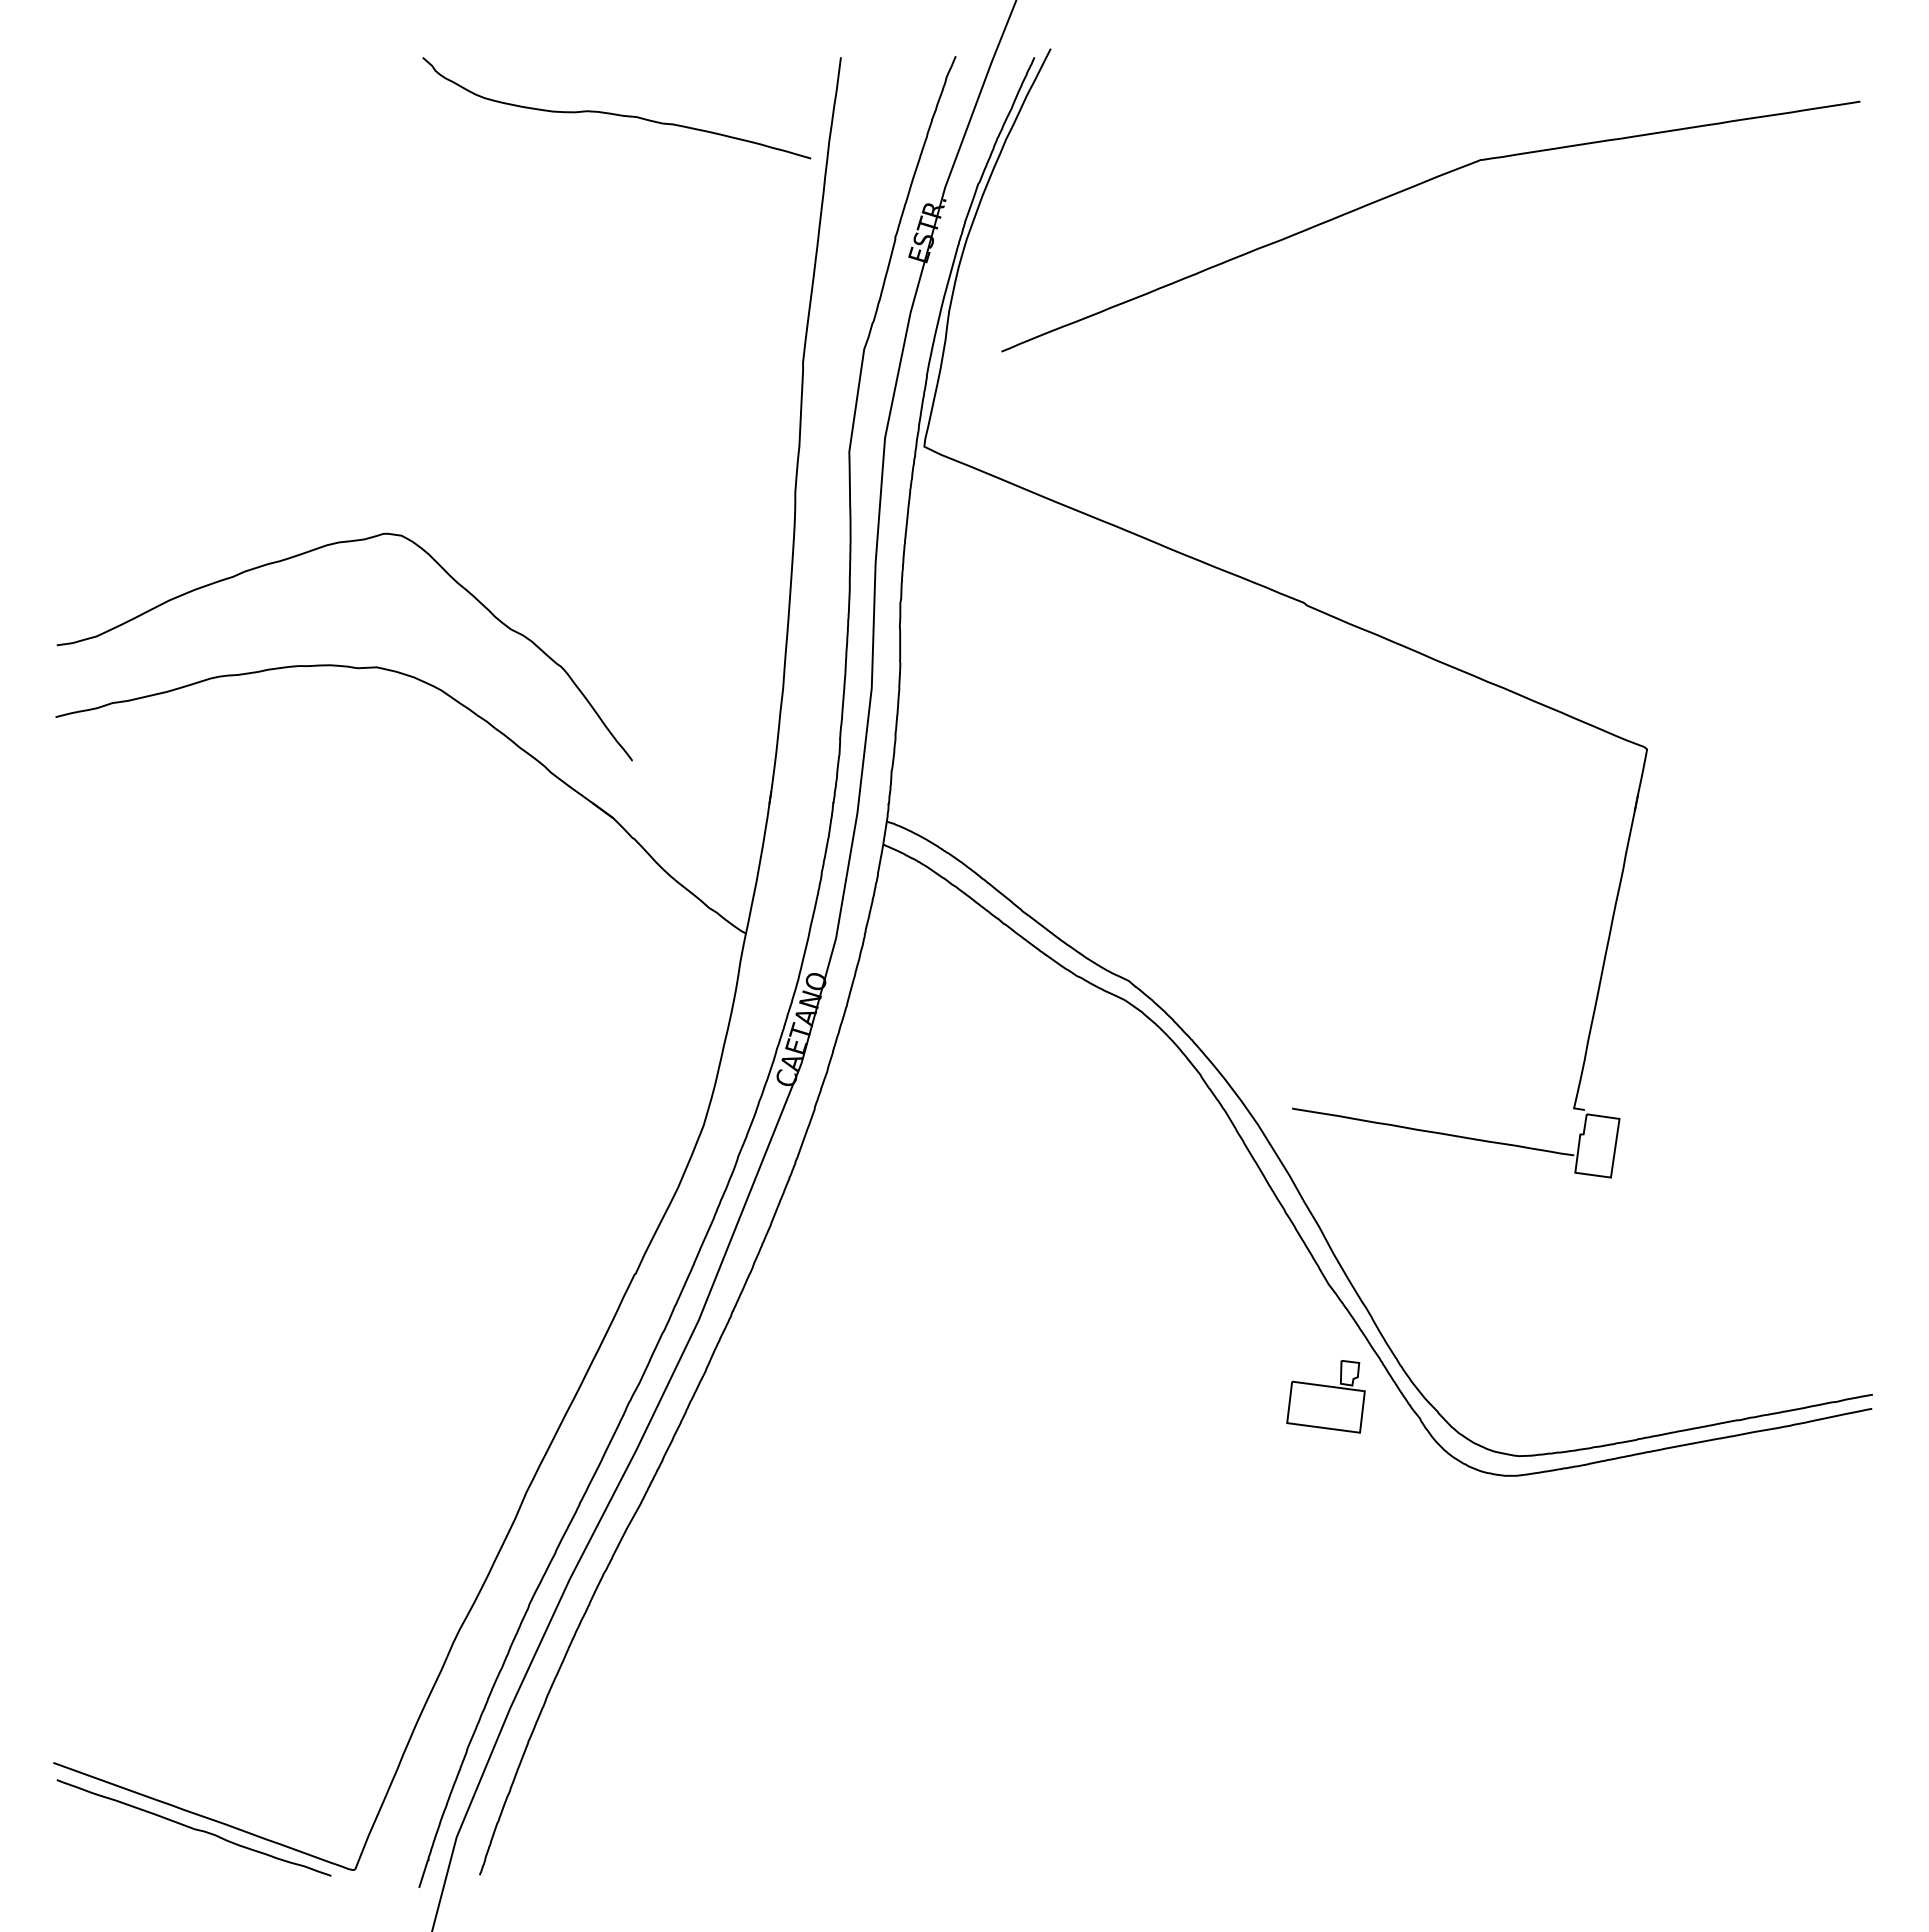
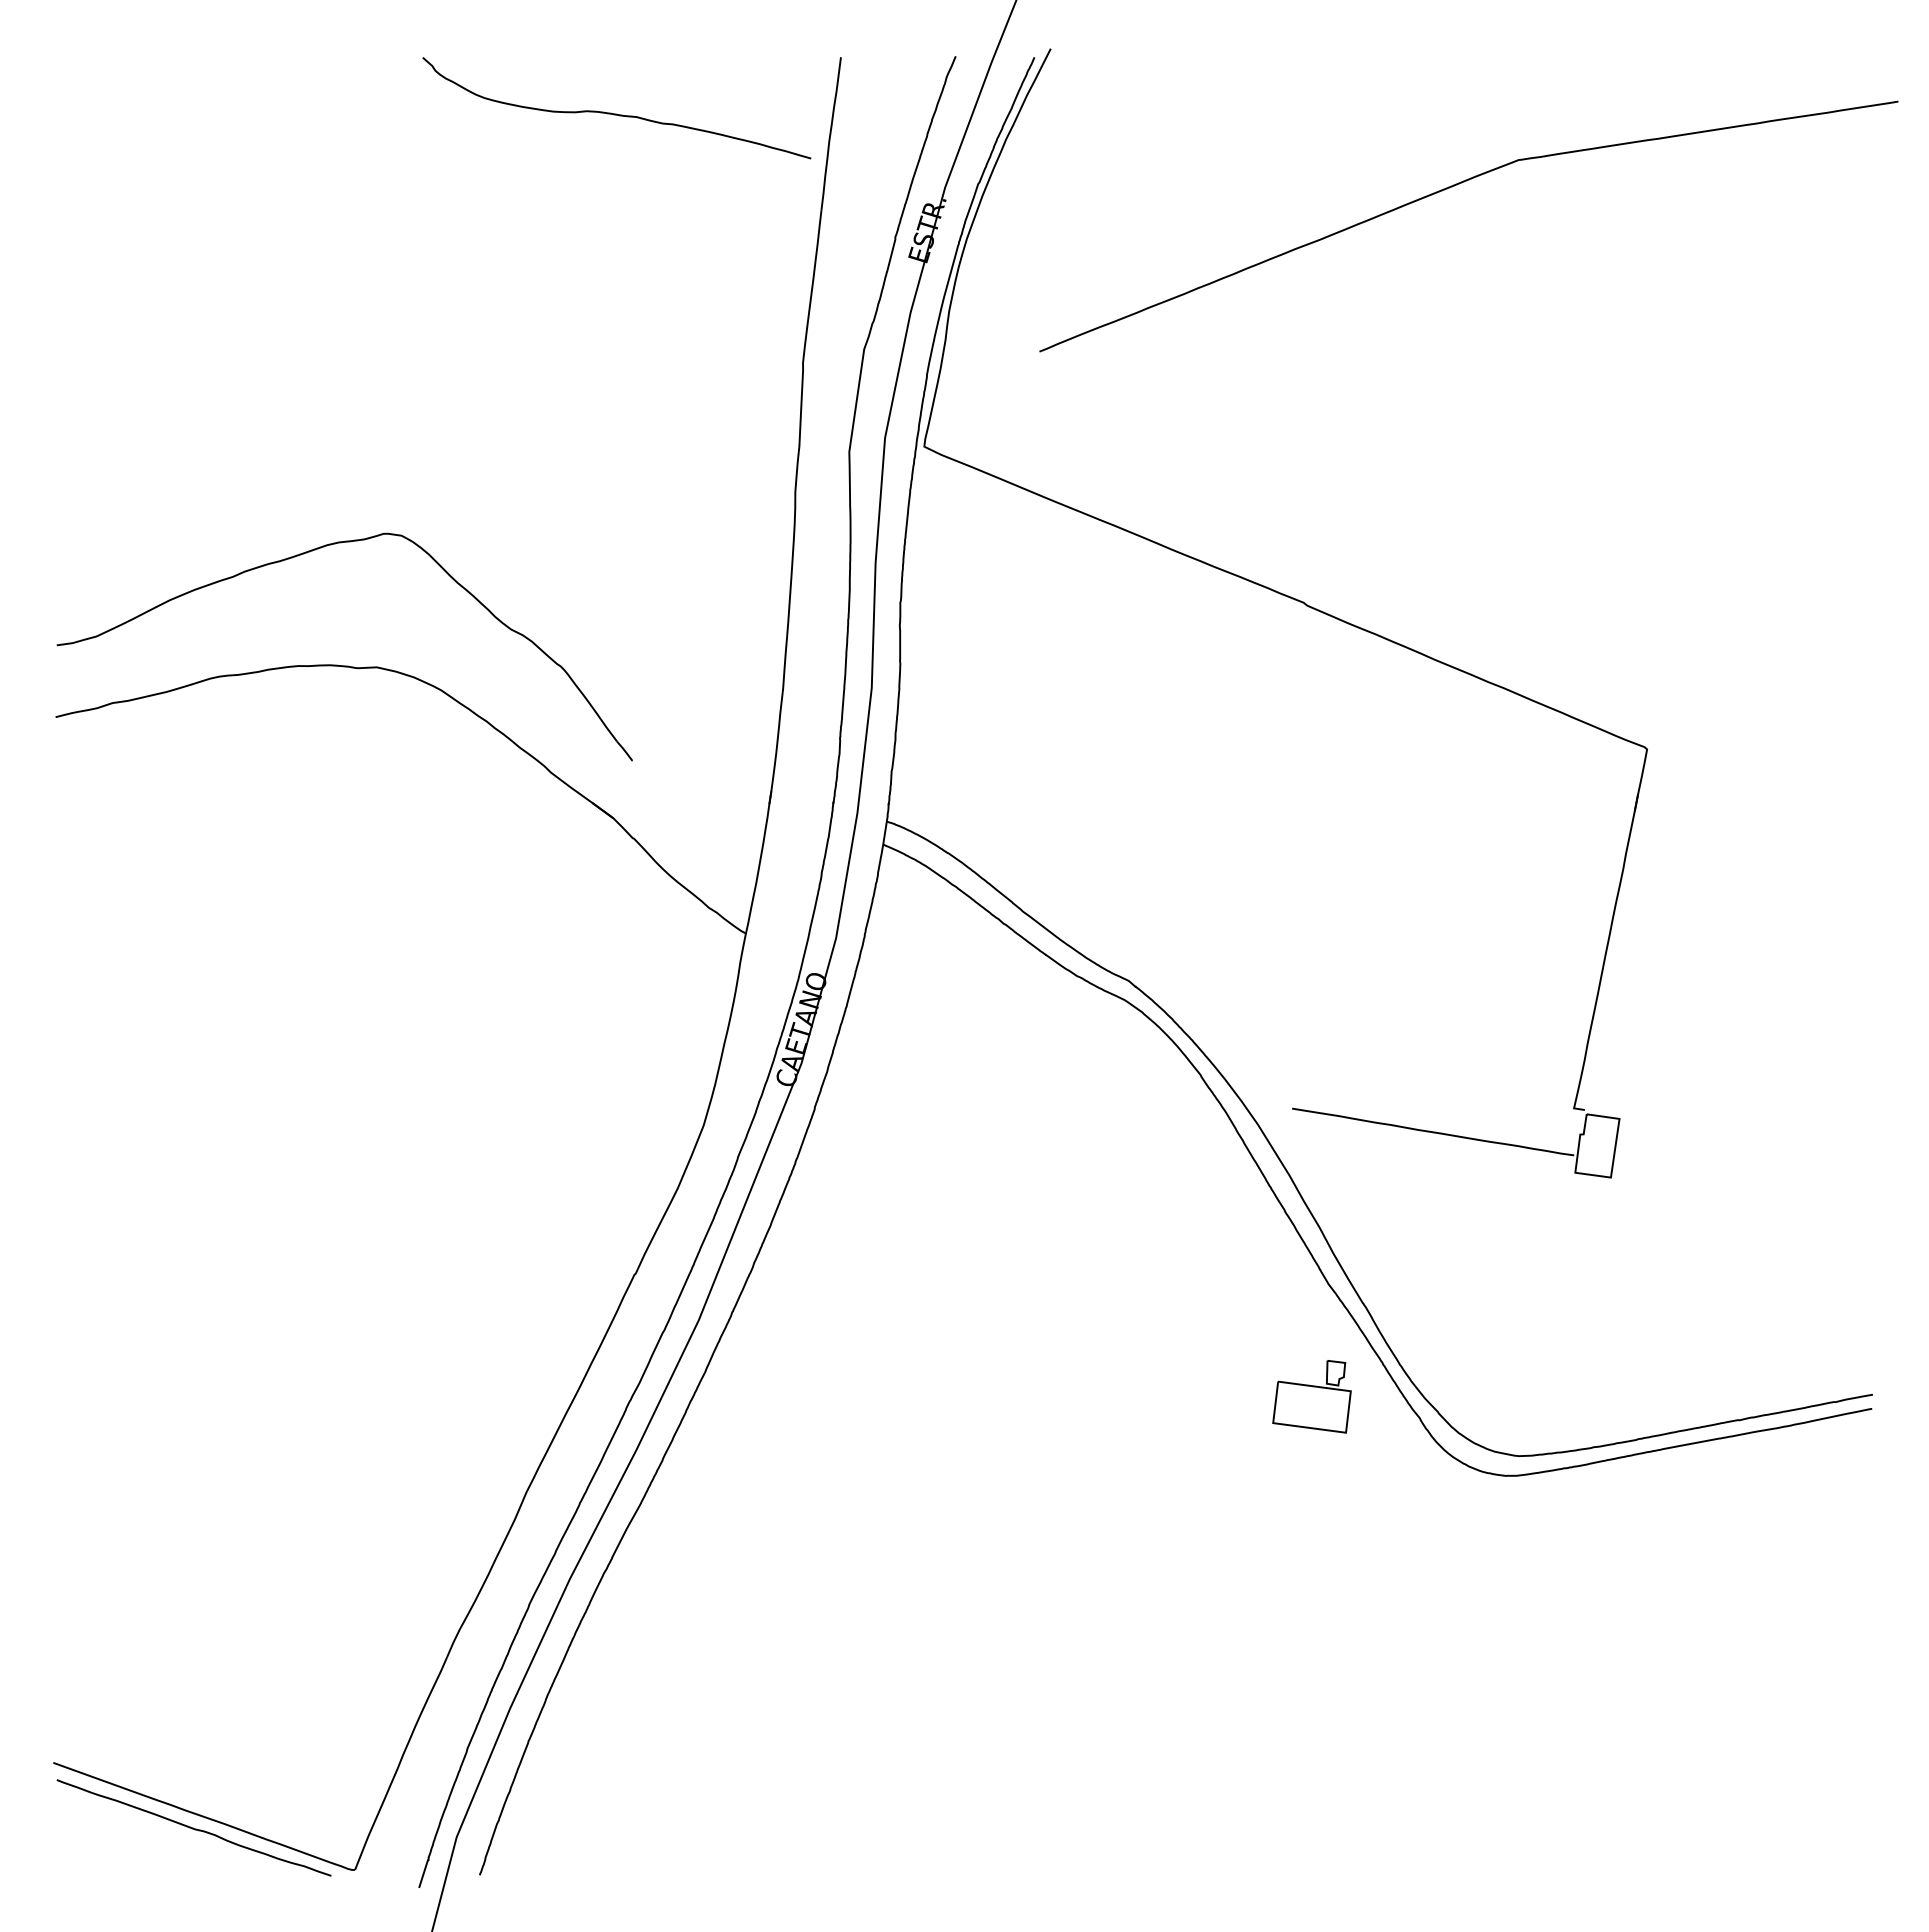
curve at (1414, 187) position: (1414, 187) -> (1452, 187)
part at (1325, 1396) position: (1325, 1396) -> (1311, 1396)
